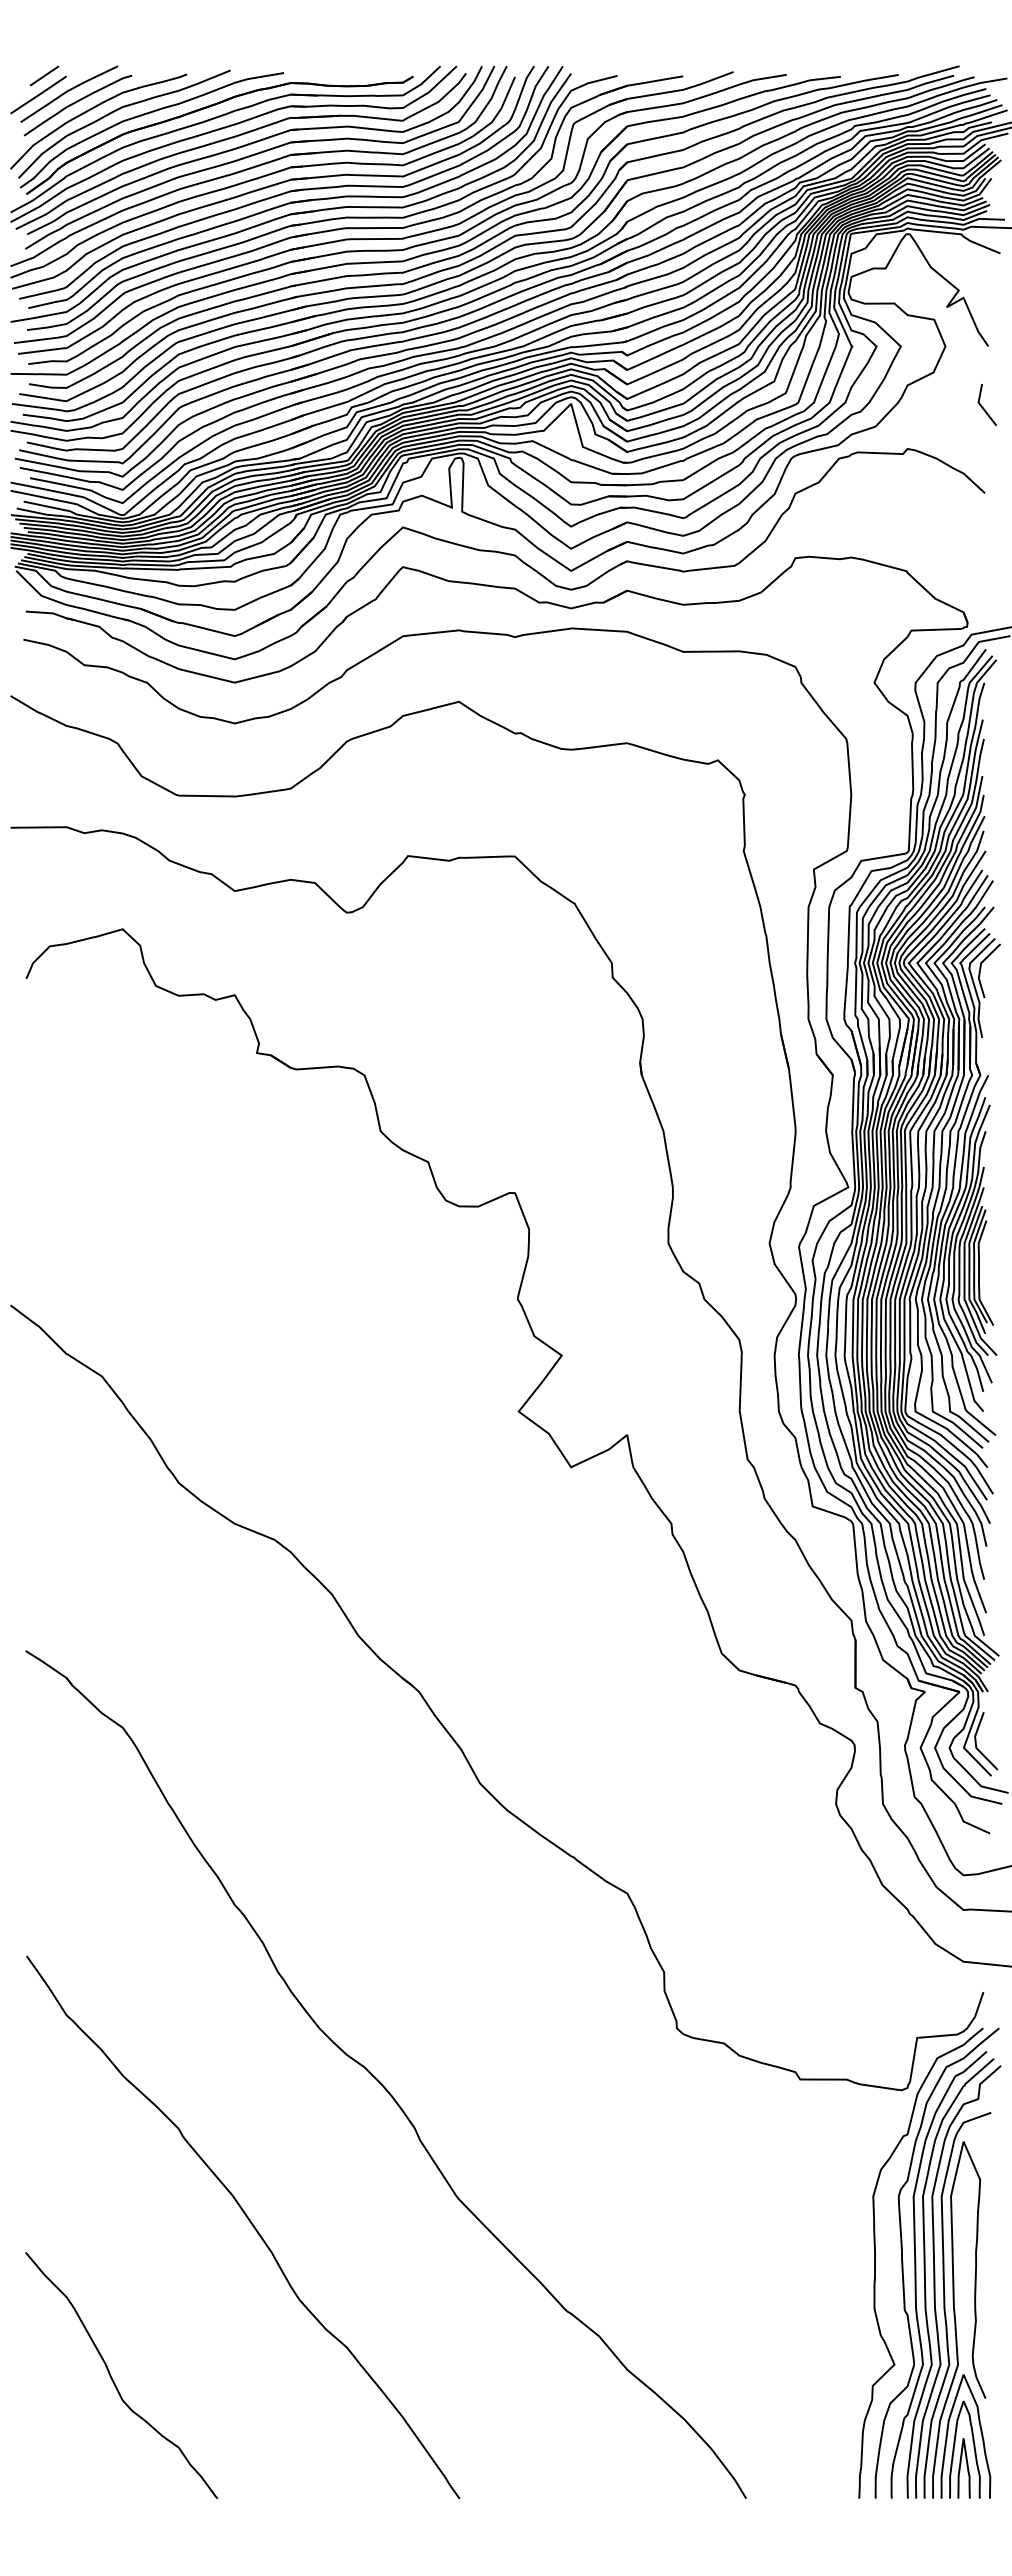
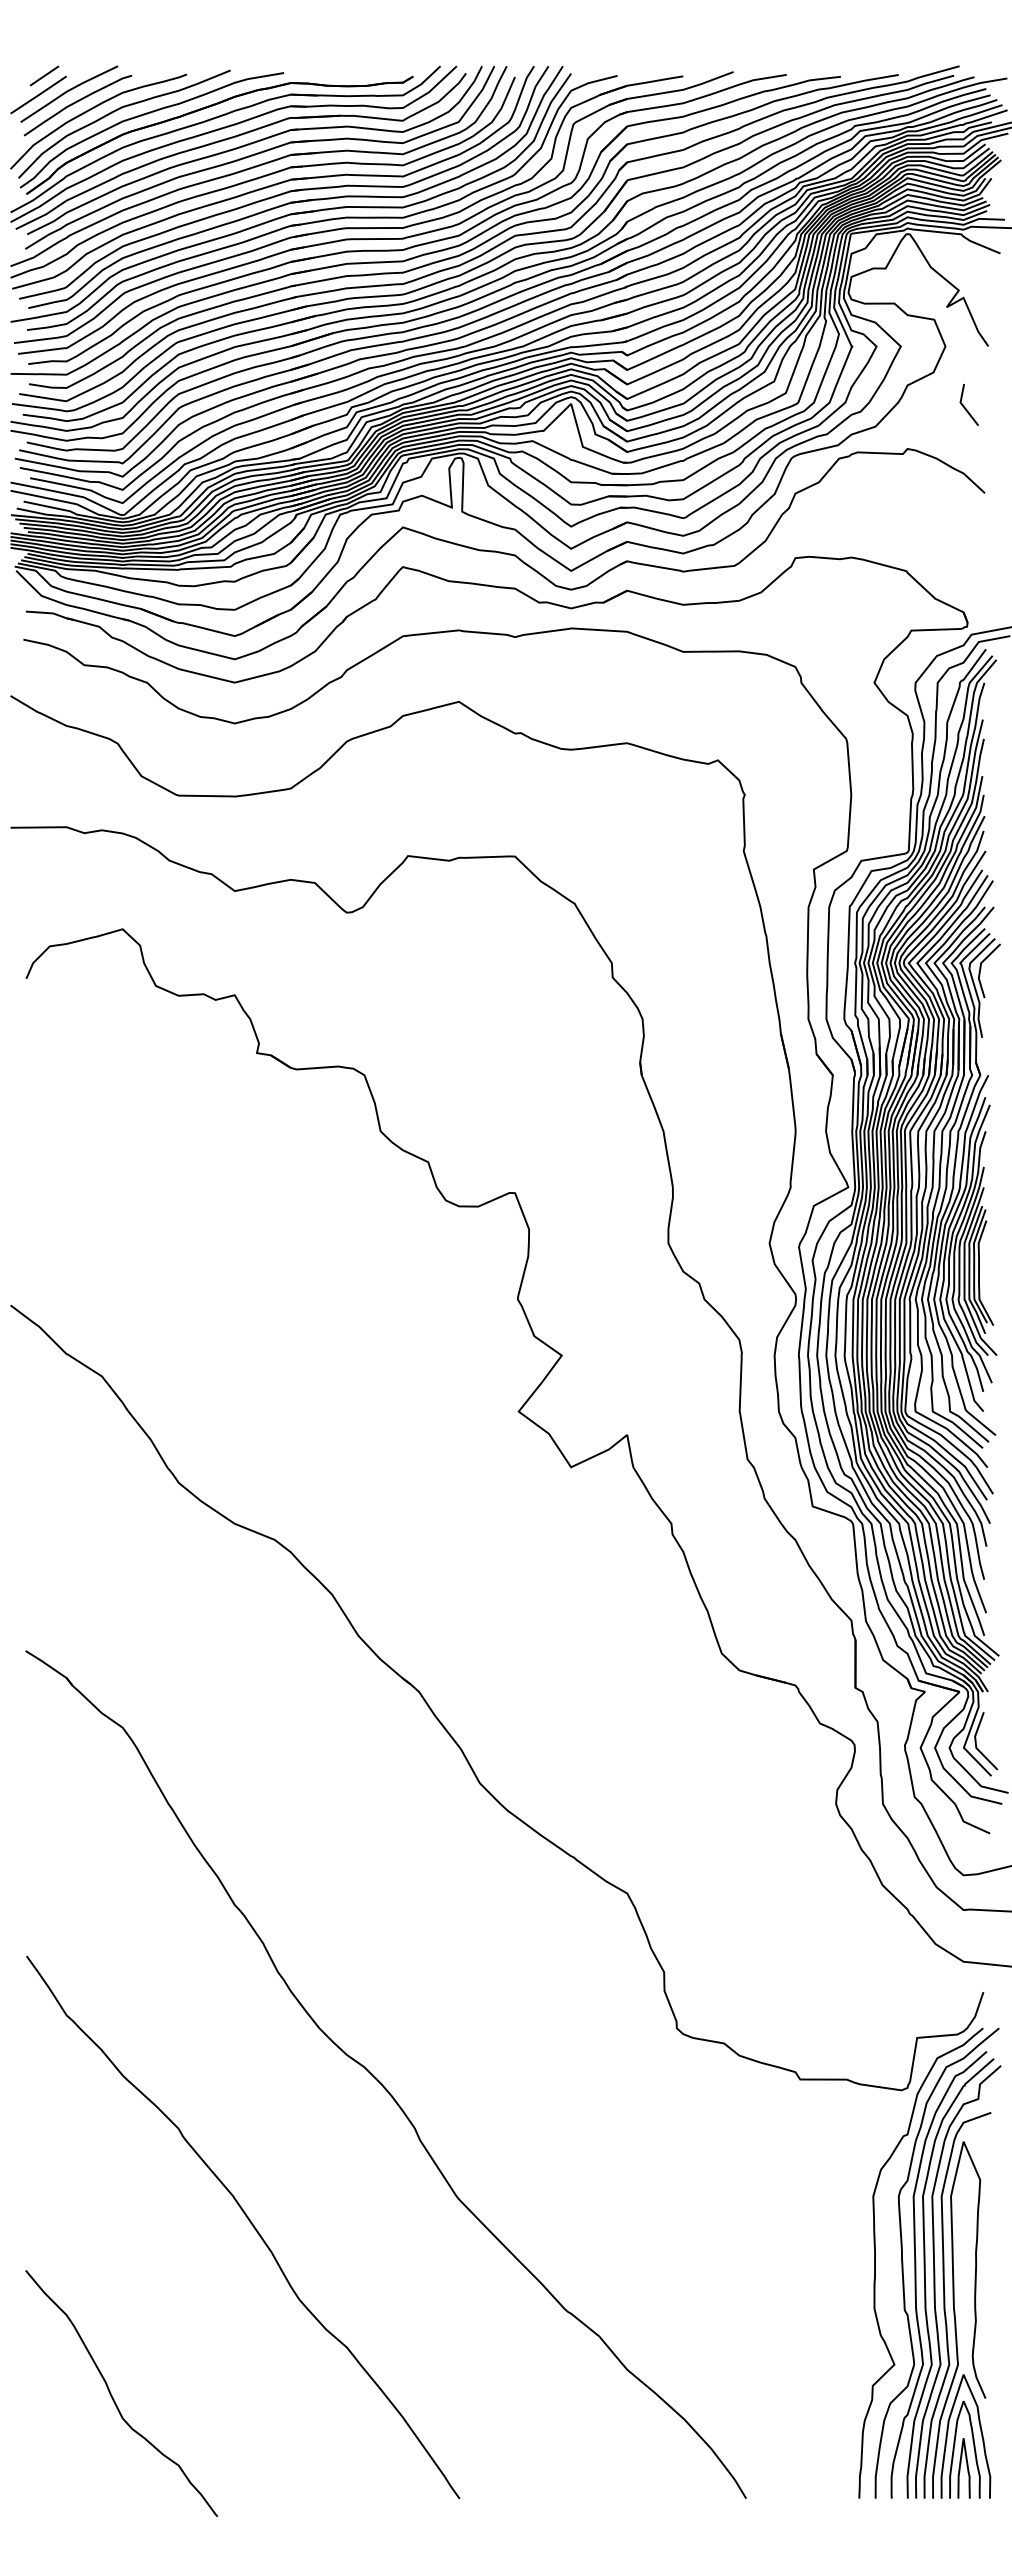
line at (982, 405) position: (982, 405) -> (964, 405)
curve at (113, 2379) position: (113, 2379) -> (113, 2397)
